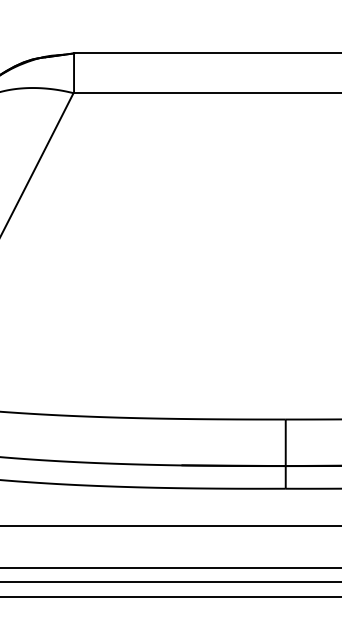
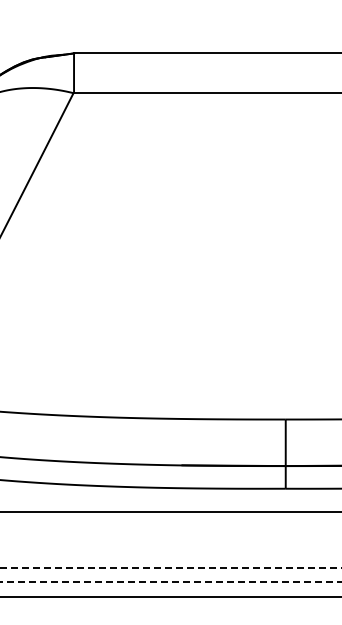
line at (170, 525) position: (170, 525) -> (170, 511)
line at (171, 568): solid -> dashed
line at (170, 581): solid -> dashed
